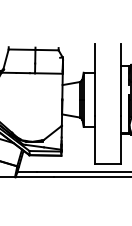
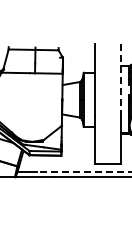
line at (120, 80): solid -> dashed
line at (84, 172): solid -> dashed
